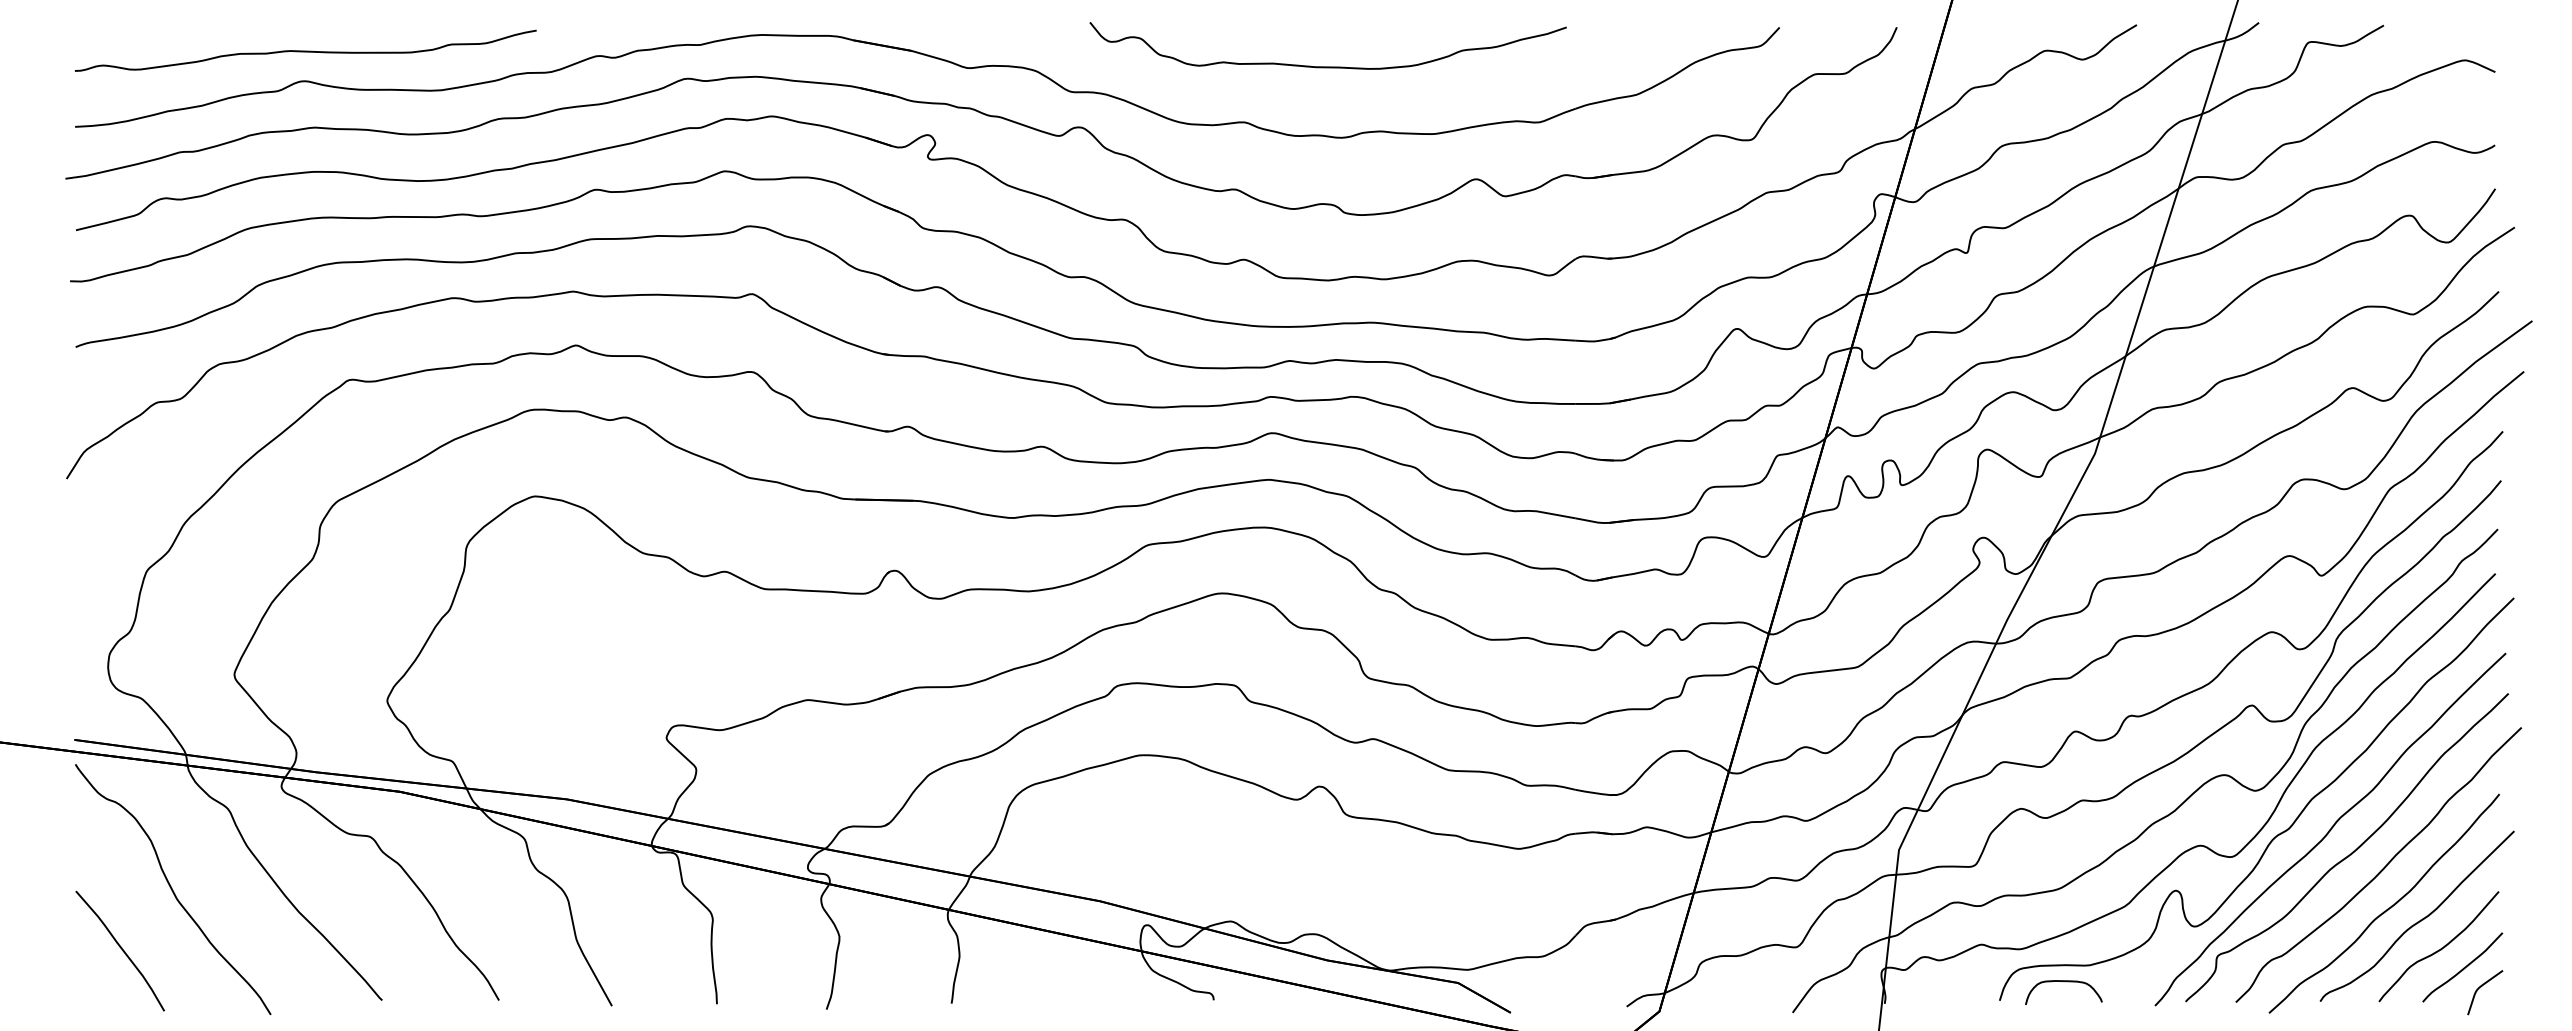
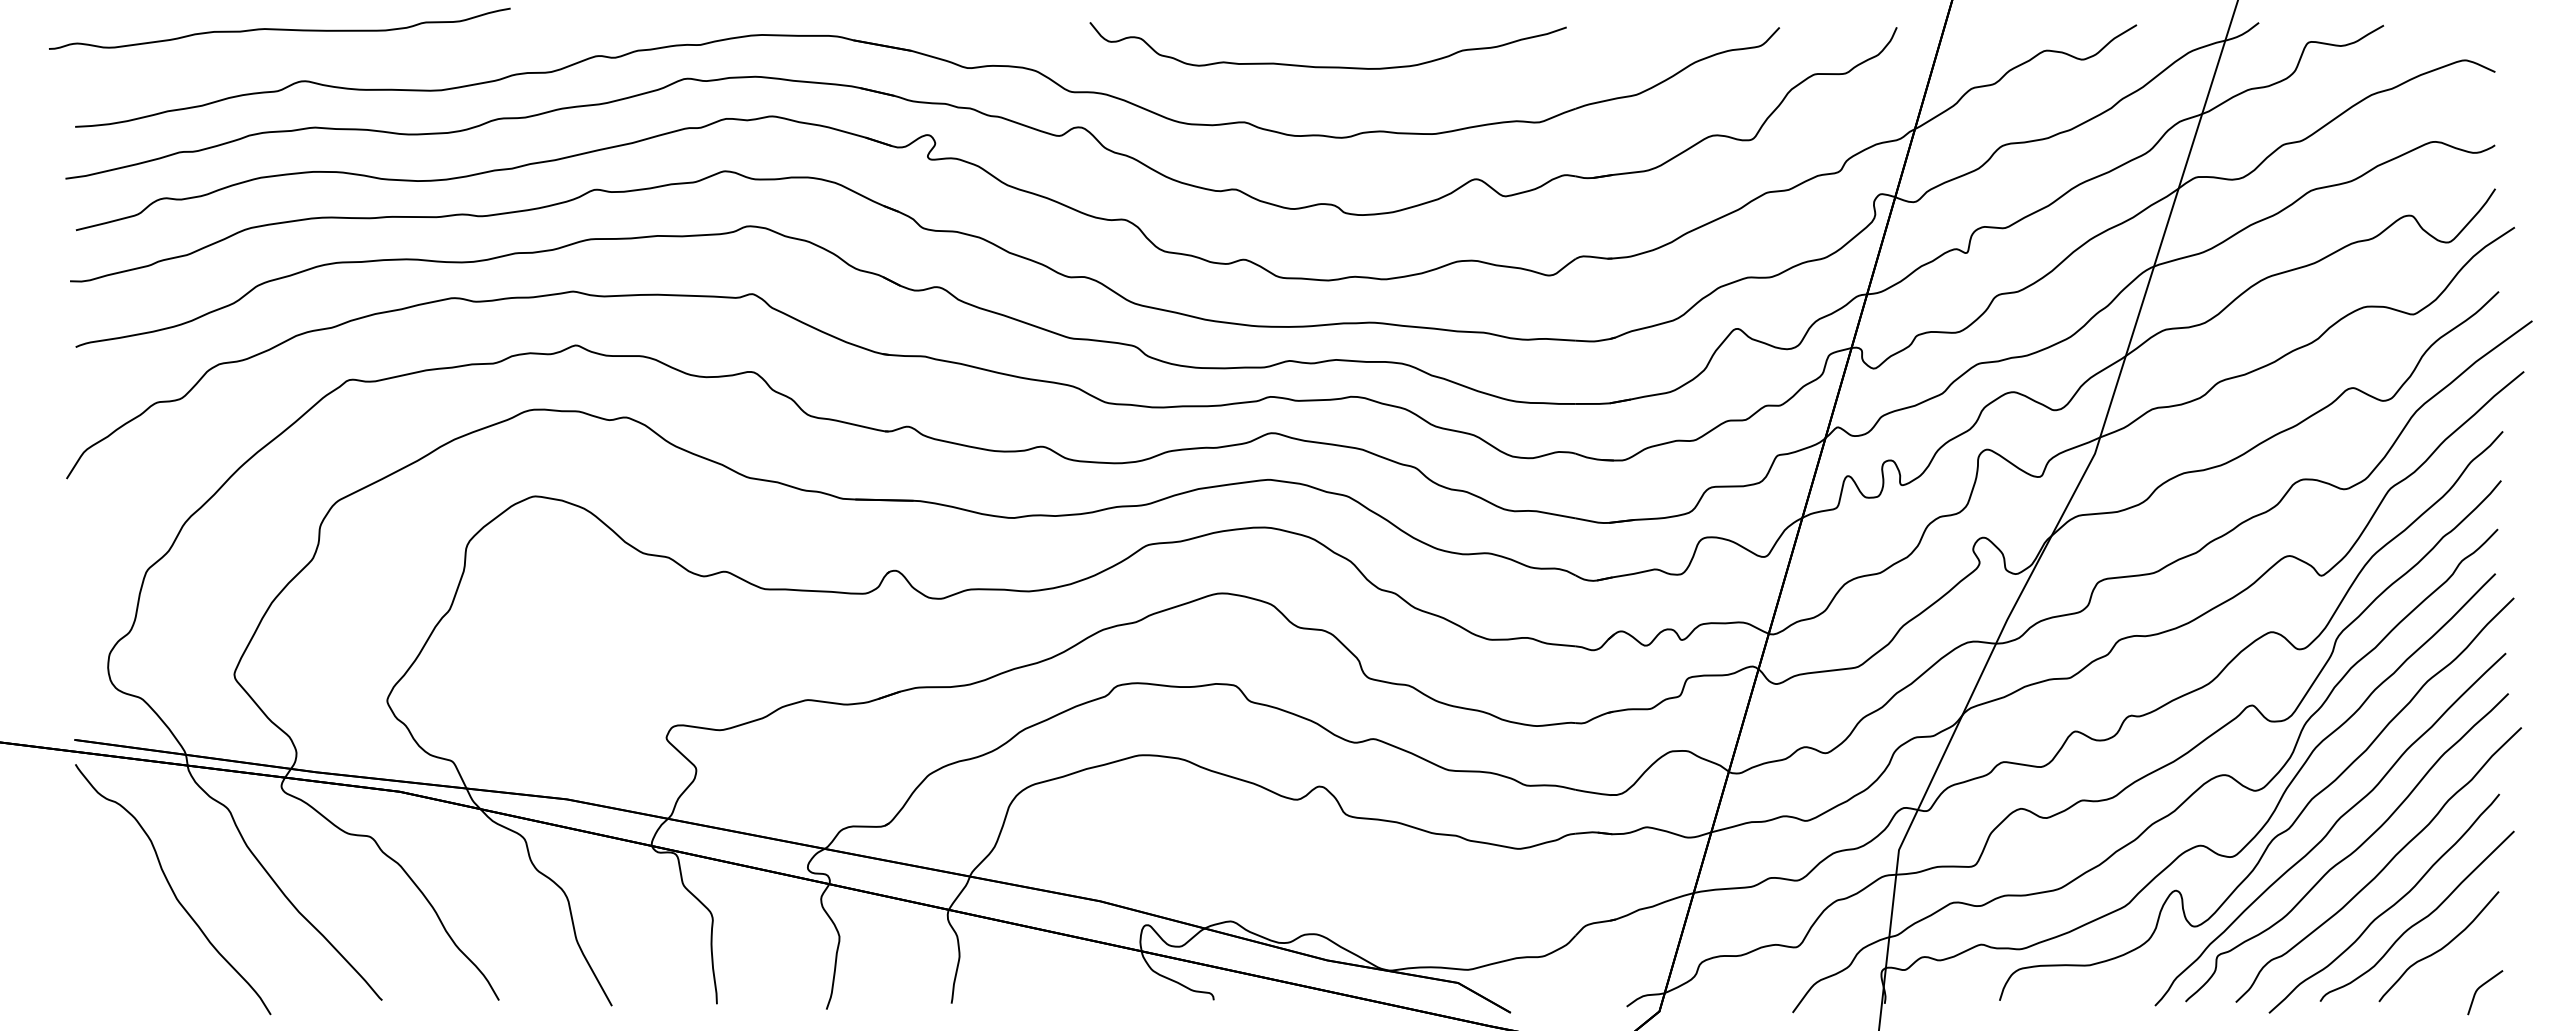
curve at (305, 50) position: (305, 50) -> (279, 28)
curve at (120, 948): present -> none
curve at (2463, 967): present -> none
curve at (2064, 982): present -> none
